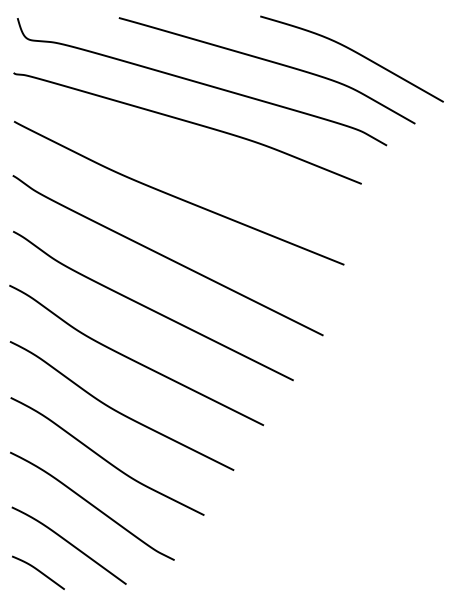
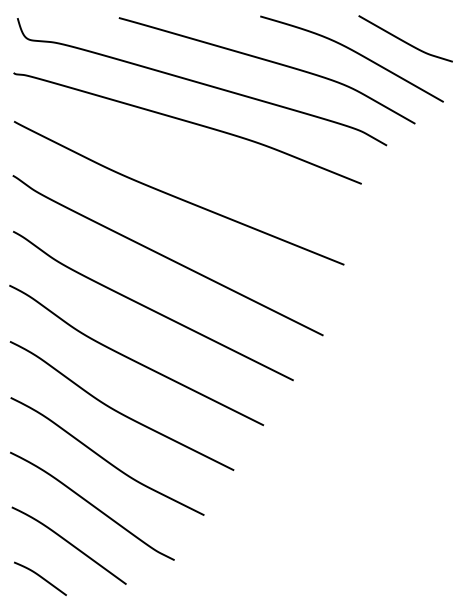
curve at (404, 40): none -> present
curve at (38, 571) position: (38, 571) -> (40, 577)
